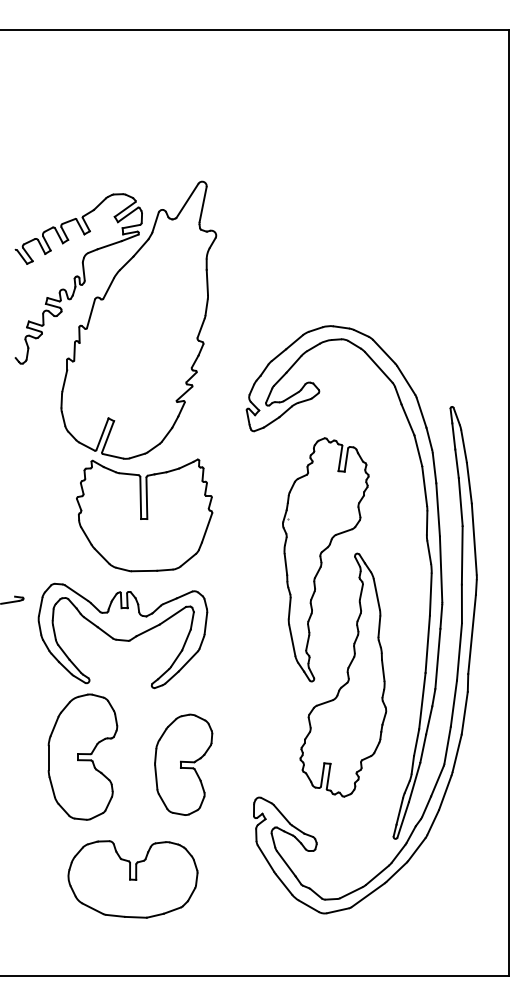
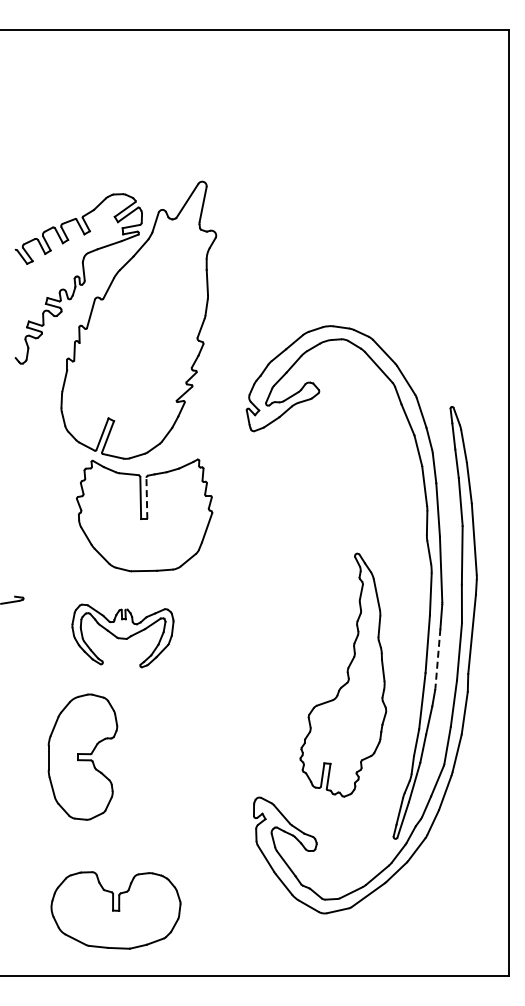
line at (146, 498): solid -> dashed
part at (325, 559): present -> none
part at (122, 635) size: 172x108 px -> 104x66 px
line at (437, 658): solid -> dashed
part at (183, 764): present -> none
part at (132, 879) position: (132, 879) -> (115, 910)
